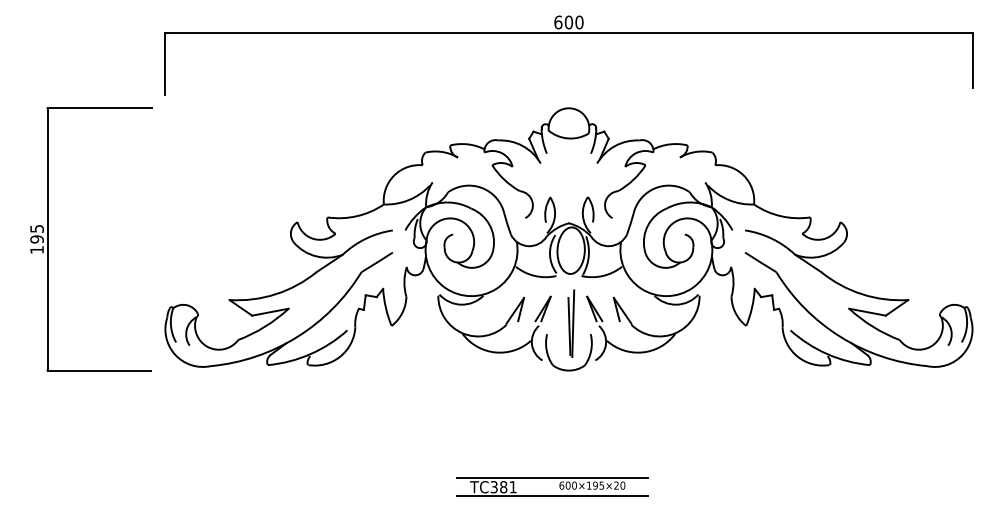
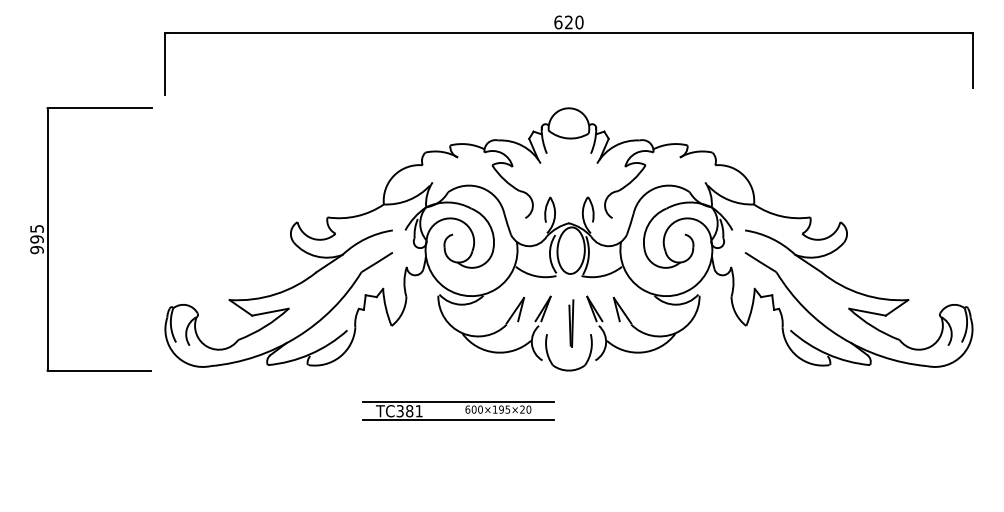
text at (568, 22): 600 -> 620
text at (36, 250): 195 -> 995
part at (571, 323) size: 9x69 px -> 7x49 px
part at (559, 486) position: (559, 486) -> (465, 410)
